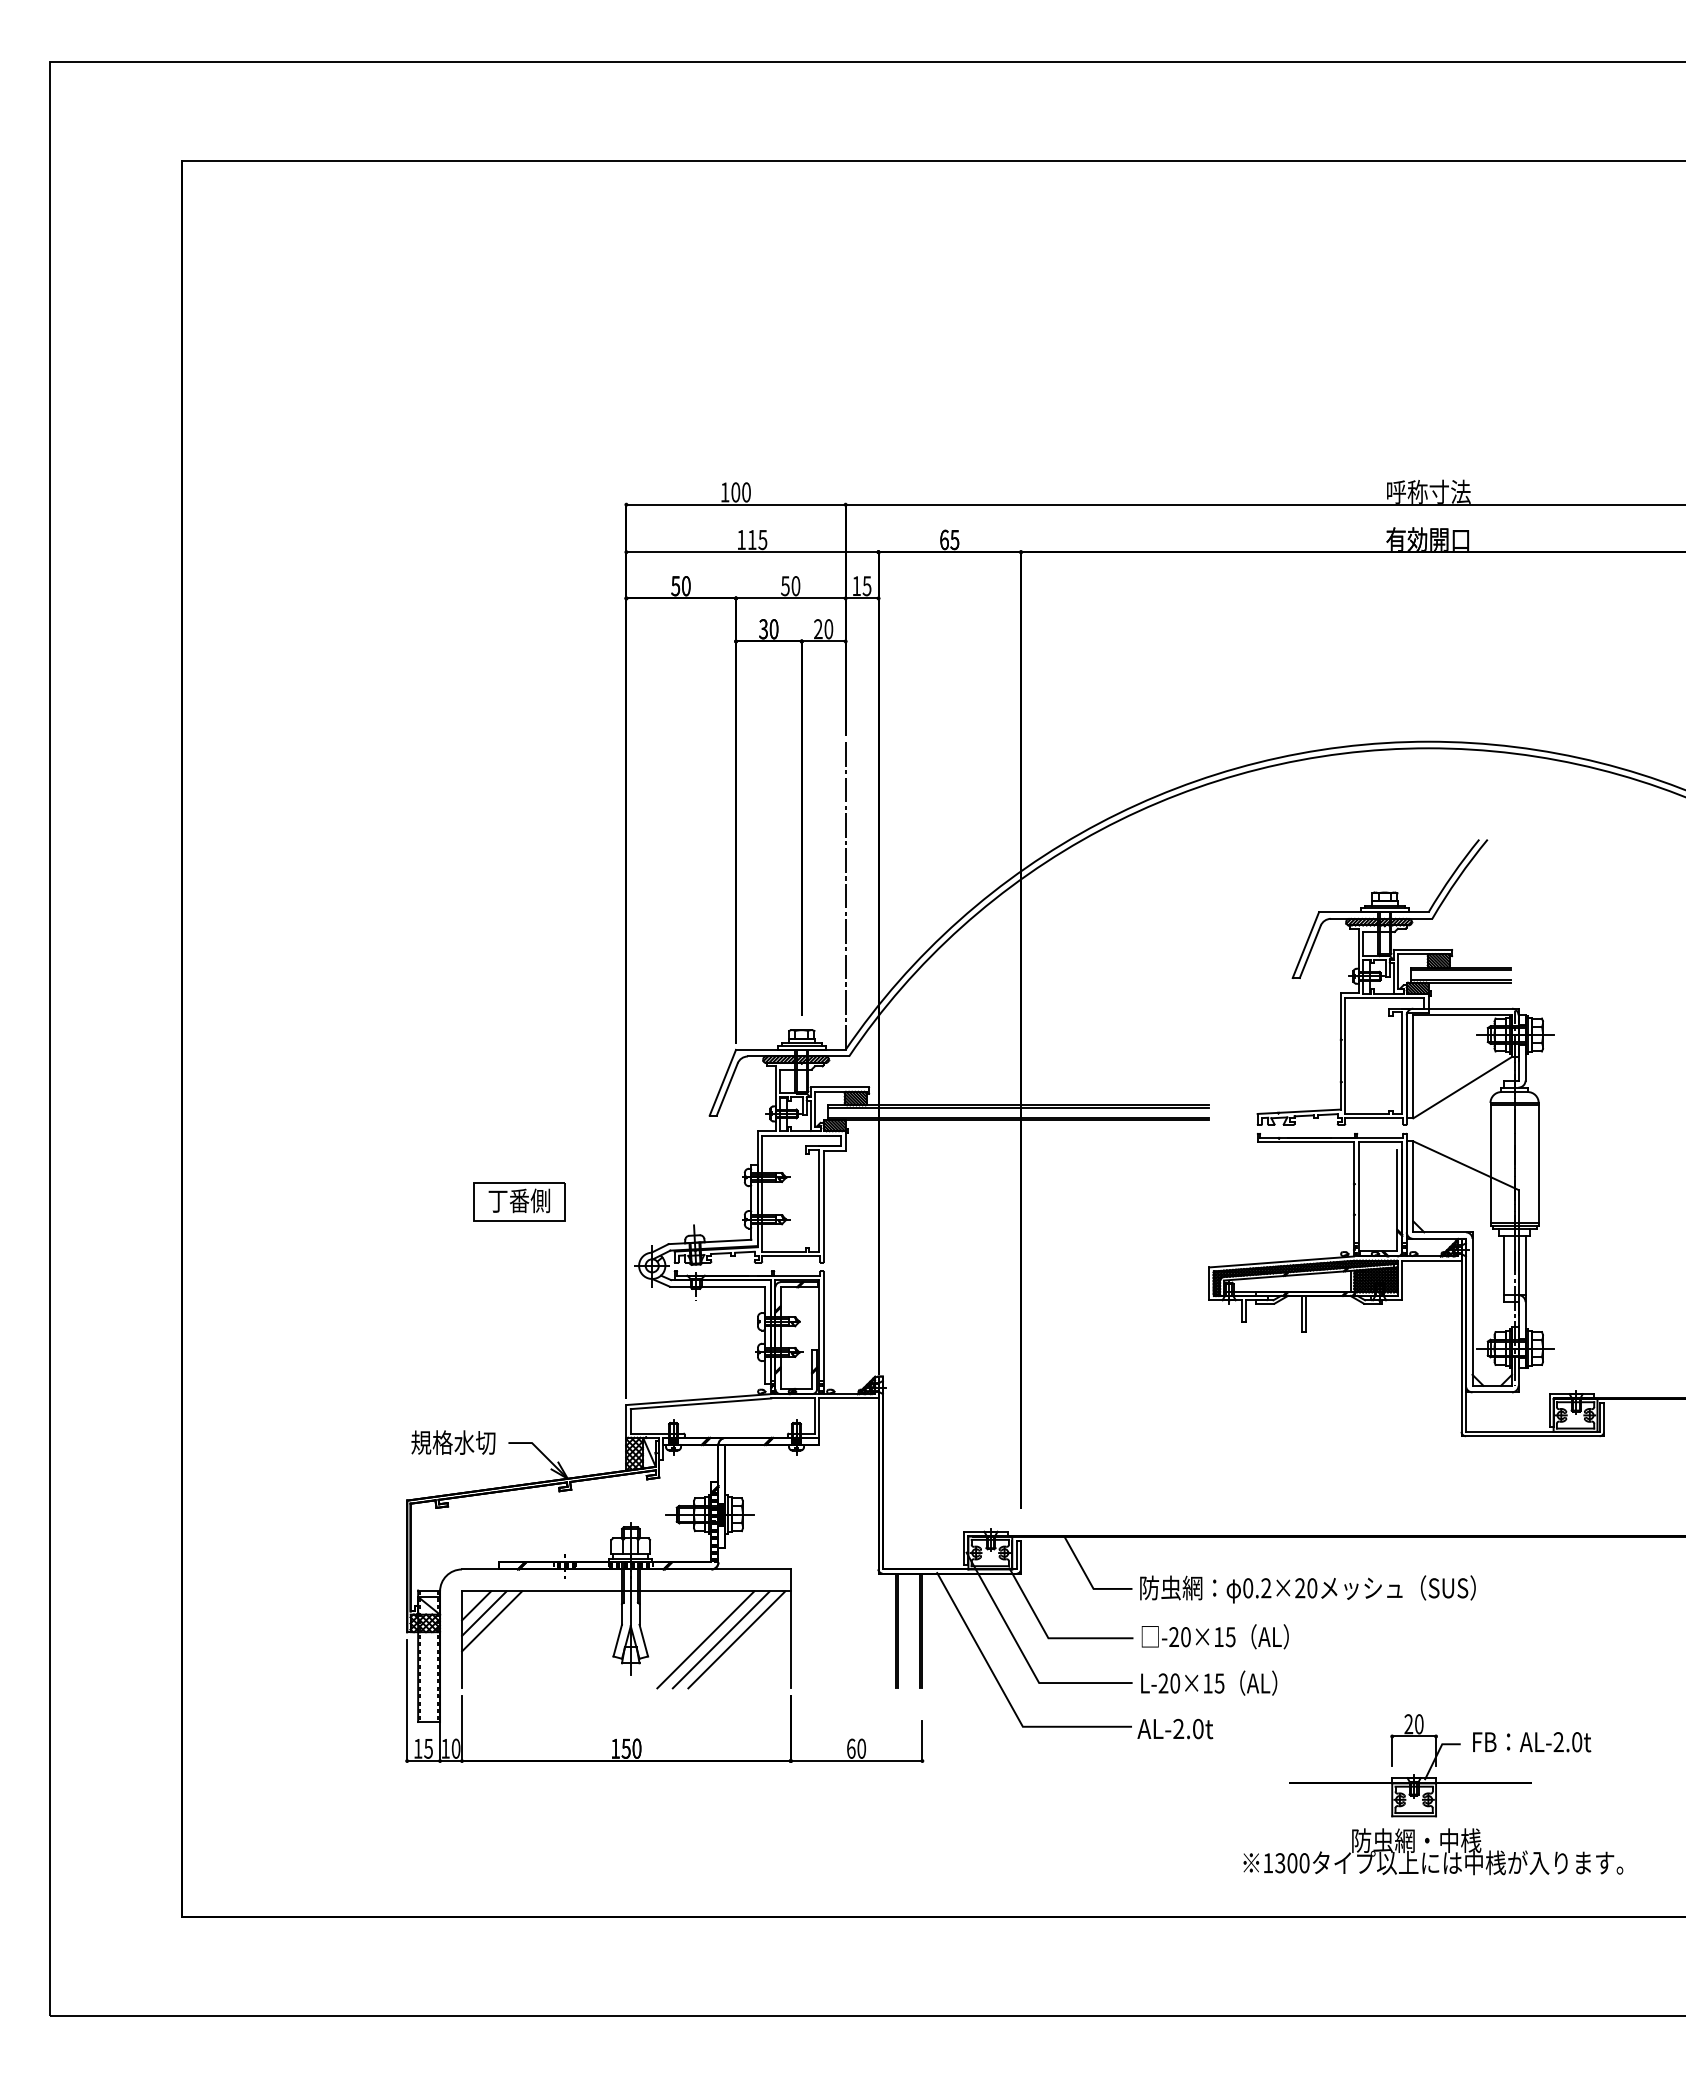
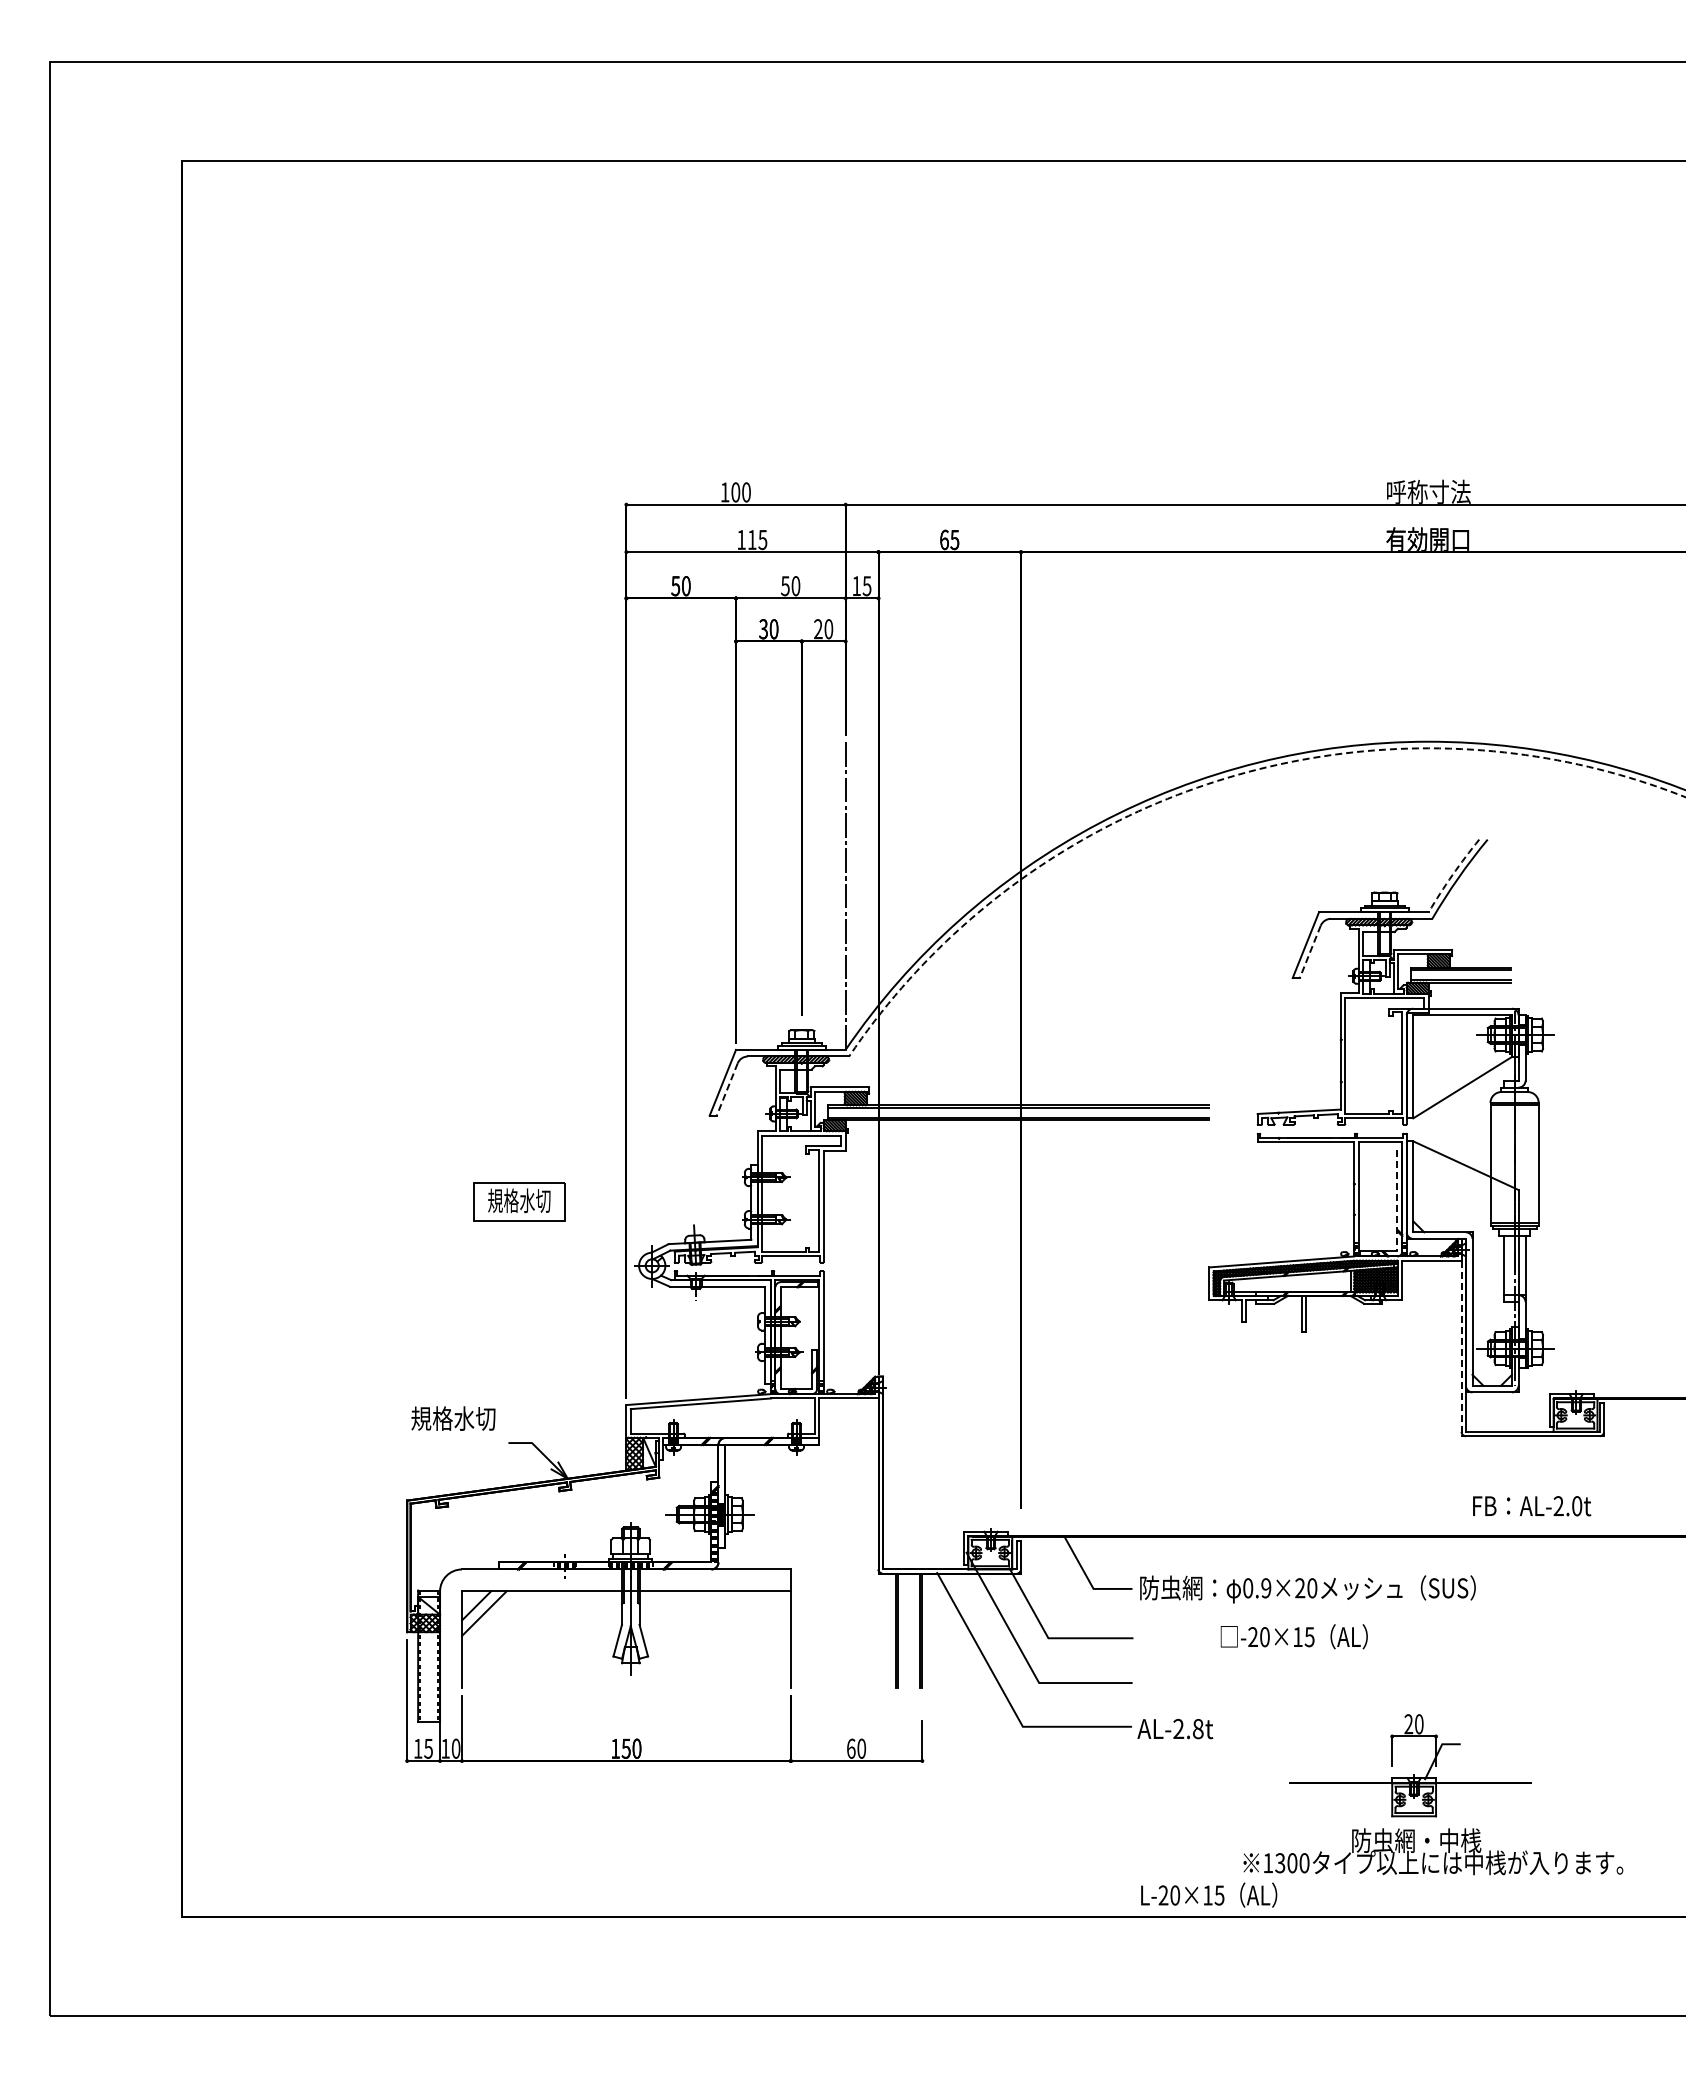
arc at (1220, 780): solid -> dashed
arc at (1452, 875): solid -> dashed
line at (1310, 952): solid -> dashed
line at (727, 1089): solid -> dashed
text at (519, 1200): 丁番側 -> 規格水切
line at (1397, 1200): solid -> dashed
line at (1461, 1337): solid -> dashed
text at (453, 1442) position: (453, 1442) -> (453, 1418)
text at (1266, 1588): 0.2×20 -> 0.9×20
line at (492, 1621): present -> none
text at (1214, 1636) position: (1214, 1636) -> (1293, 1636)
line at (705, 1639): present -> none
line at (720, 1639): present -> none
line at (736, 1639): present -> none
text at (1209, 1682) position: (1209, 1682) -> (1209, 1894)
text at (1198, 1728): AL-2.0t -> AL-2.8t
text at (1532, 1742) position: (1532, 1742) -> (1532, 1506)
